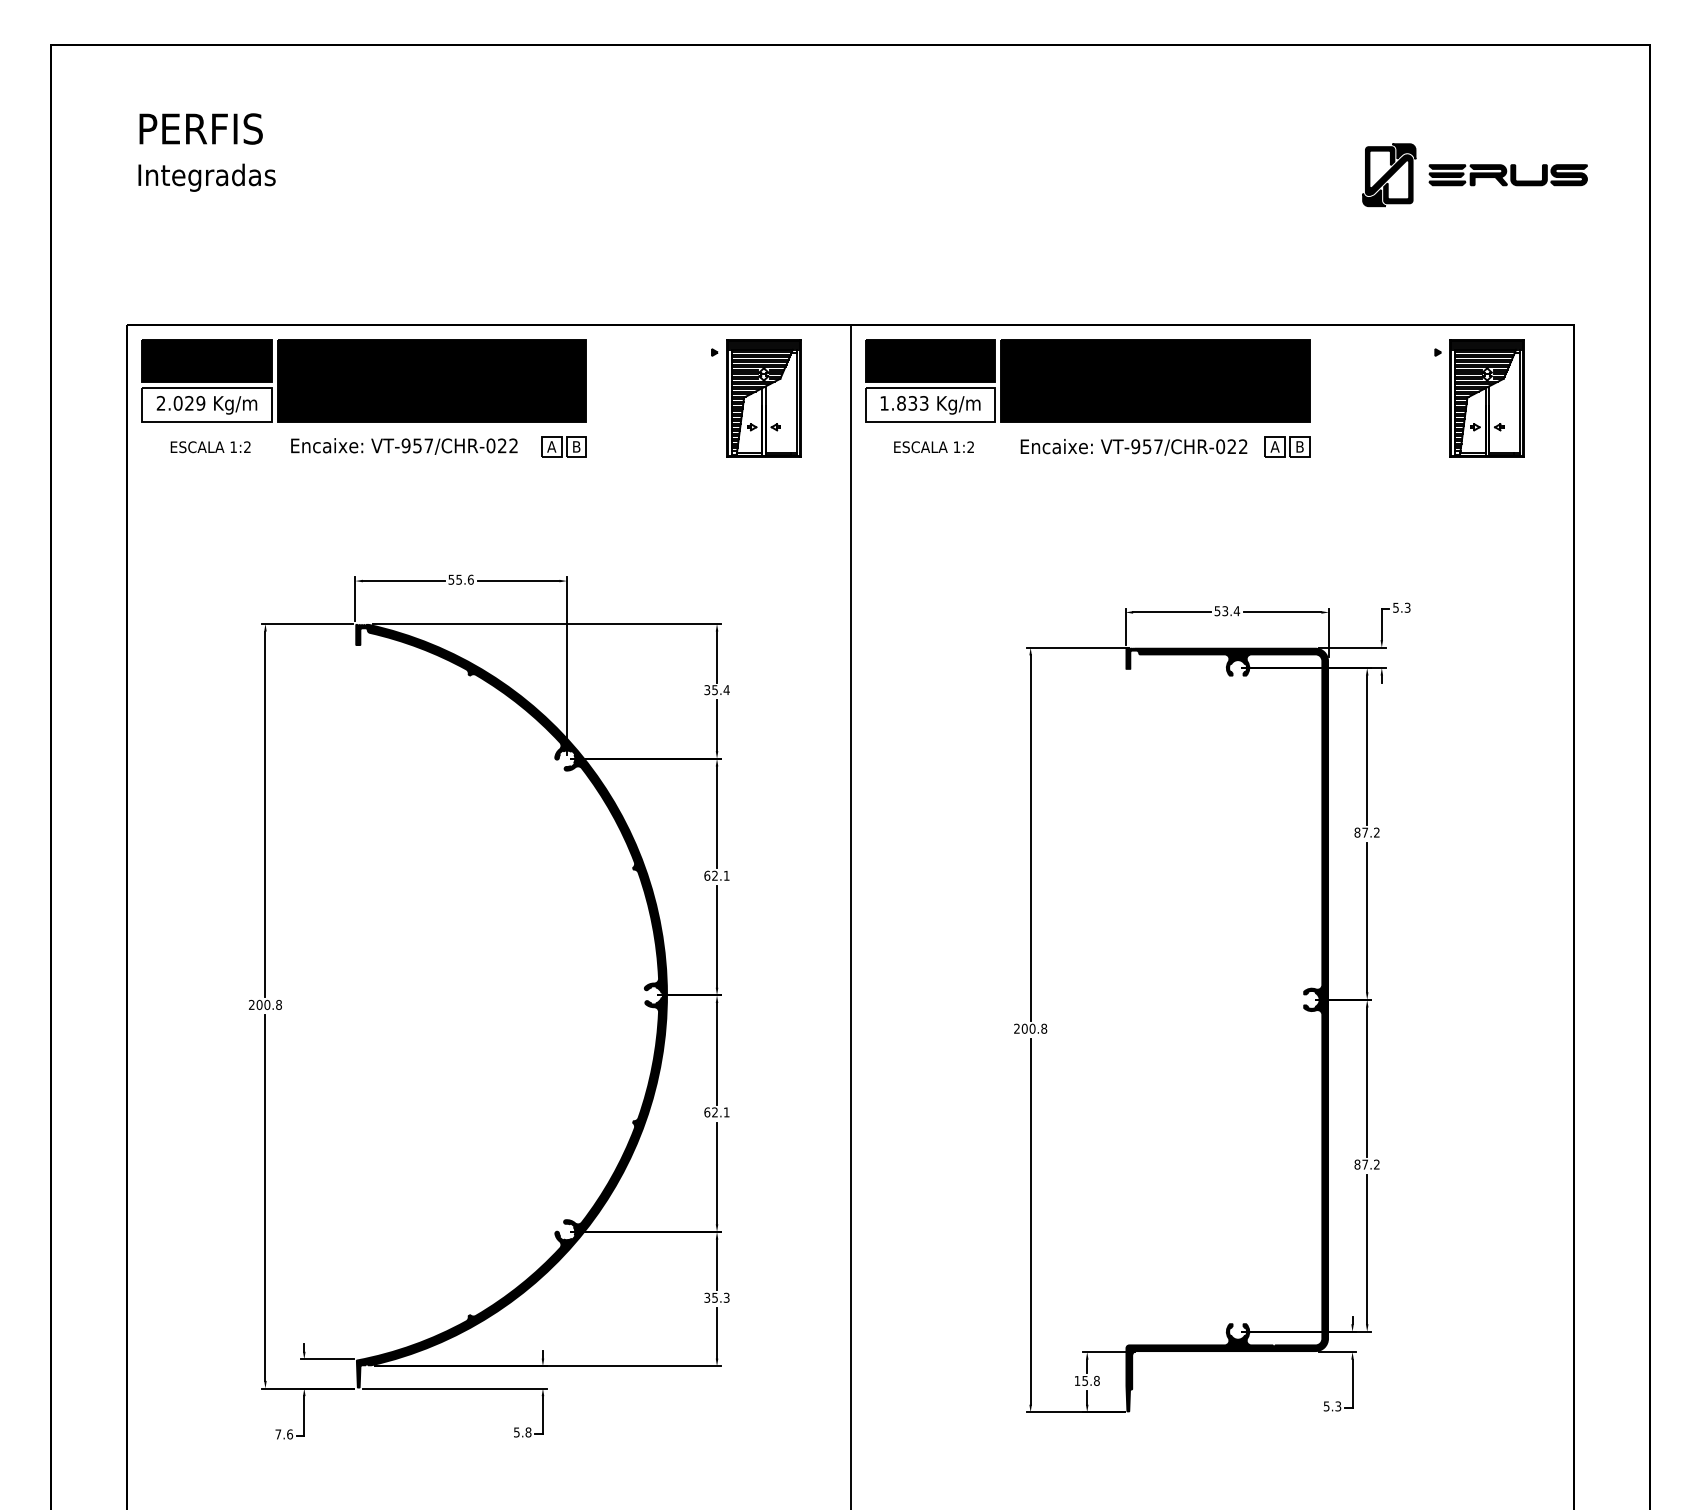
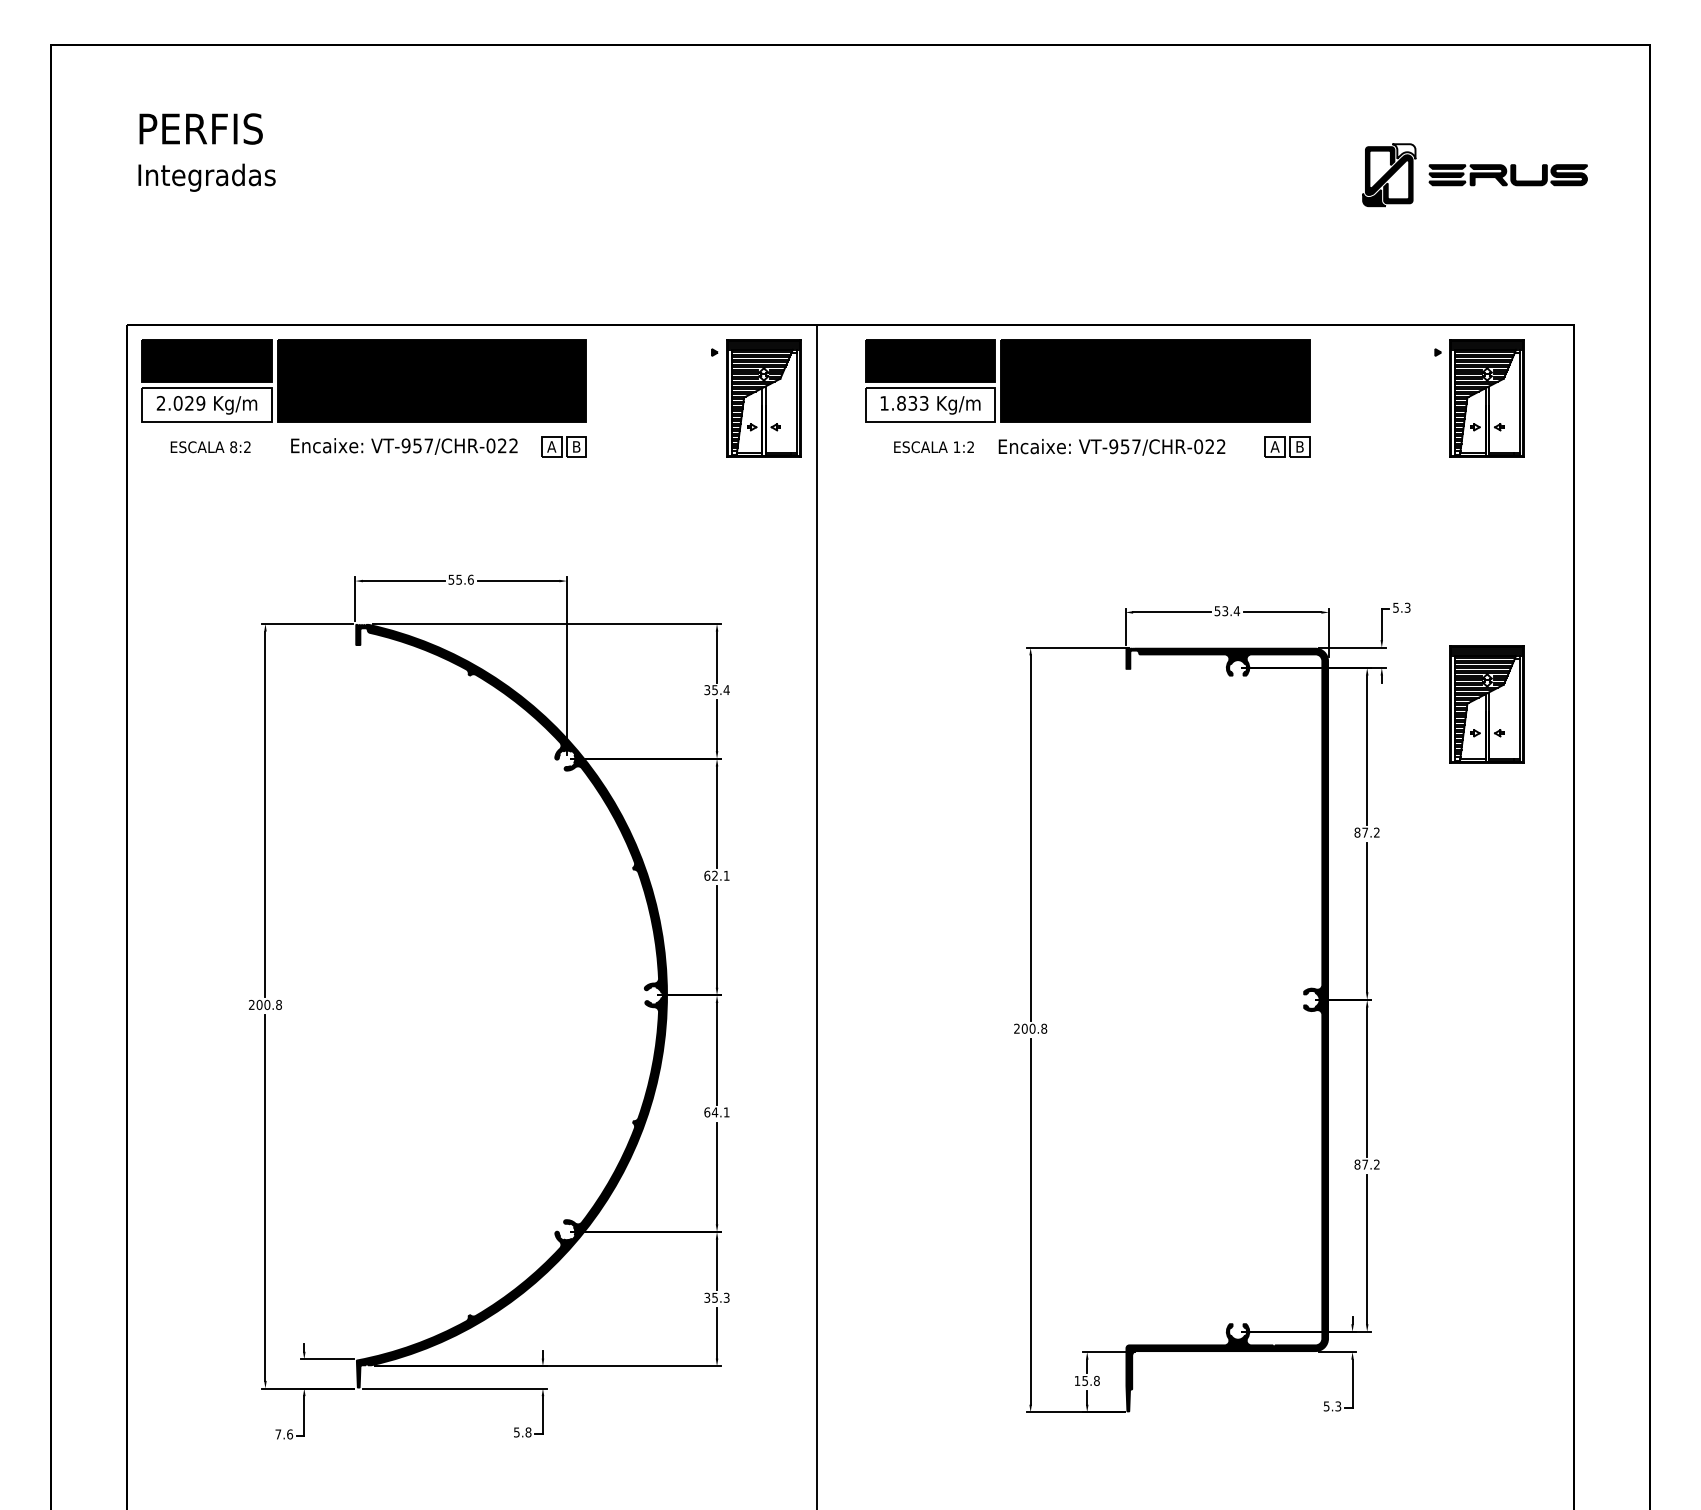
fill at (1403, 151): present -> none
text at (233, 447): 1:2 -> 8:2
text at (1133, 447) position: (1133, 447) -> (1111, 447)
part at (1486, 704): none -> present
line at (850, 915) position: (850, 915) -> (816, 915)
text at (714, 1112): 62.1 -> 64.1
